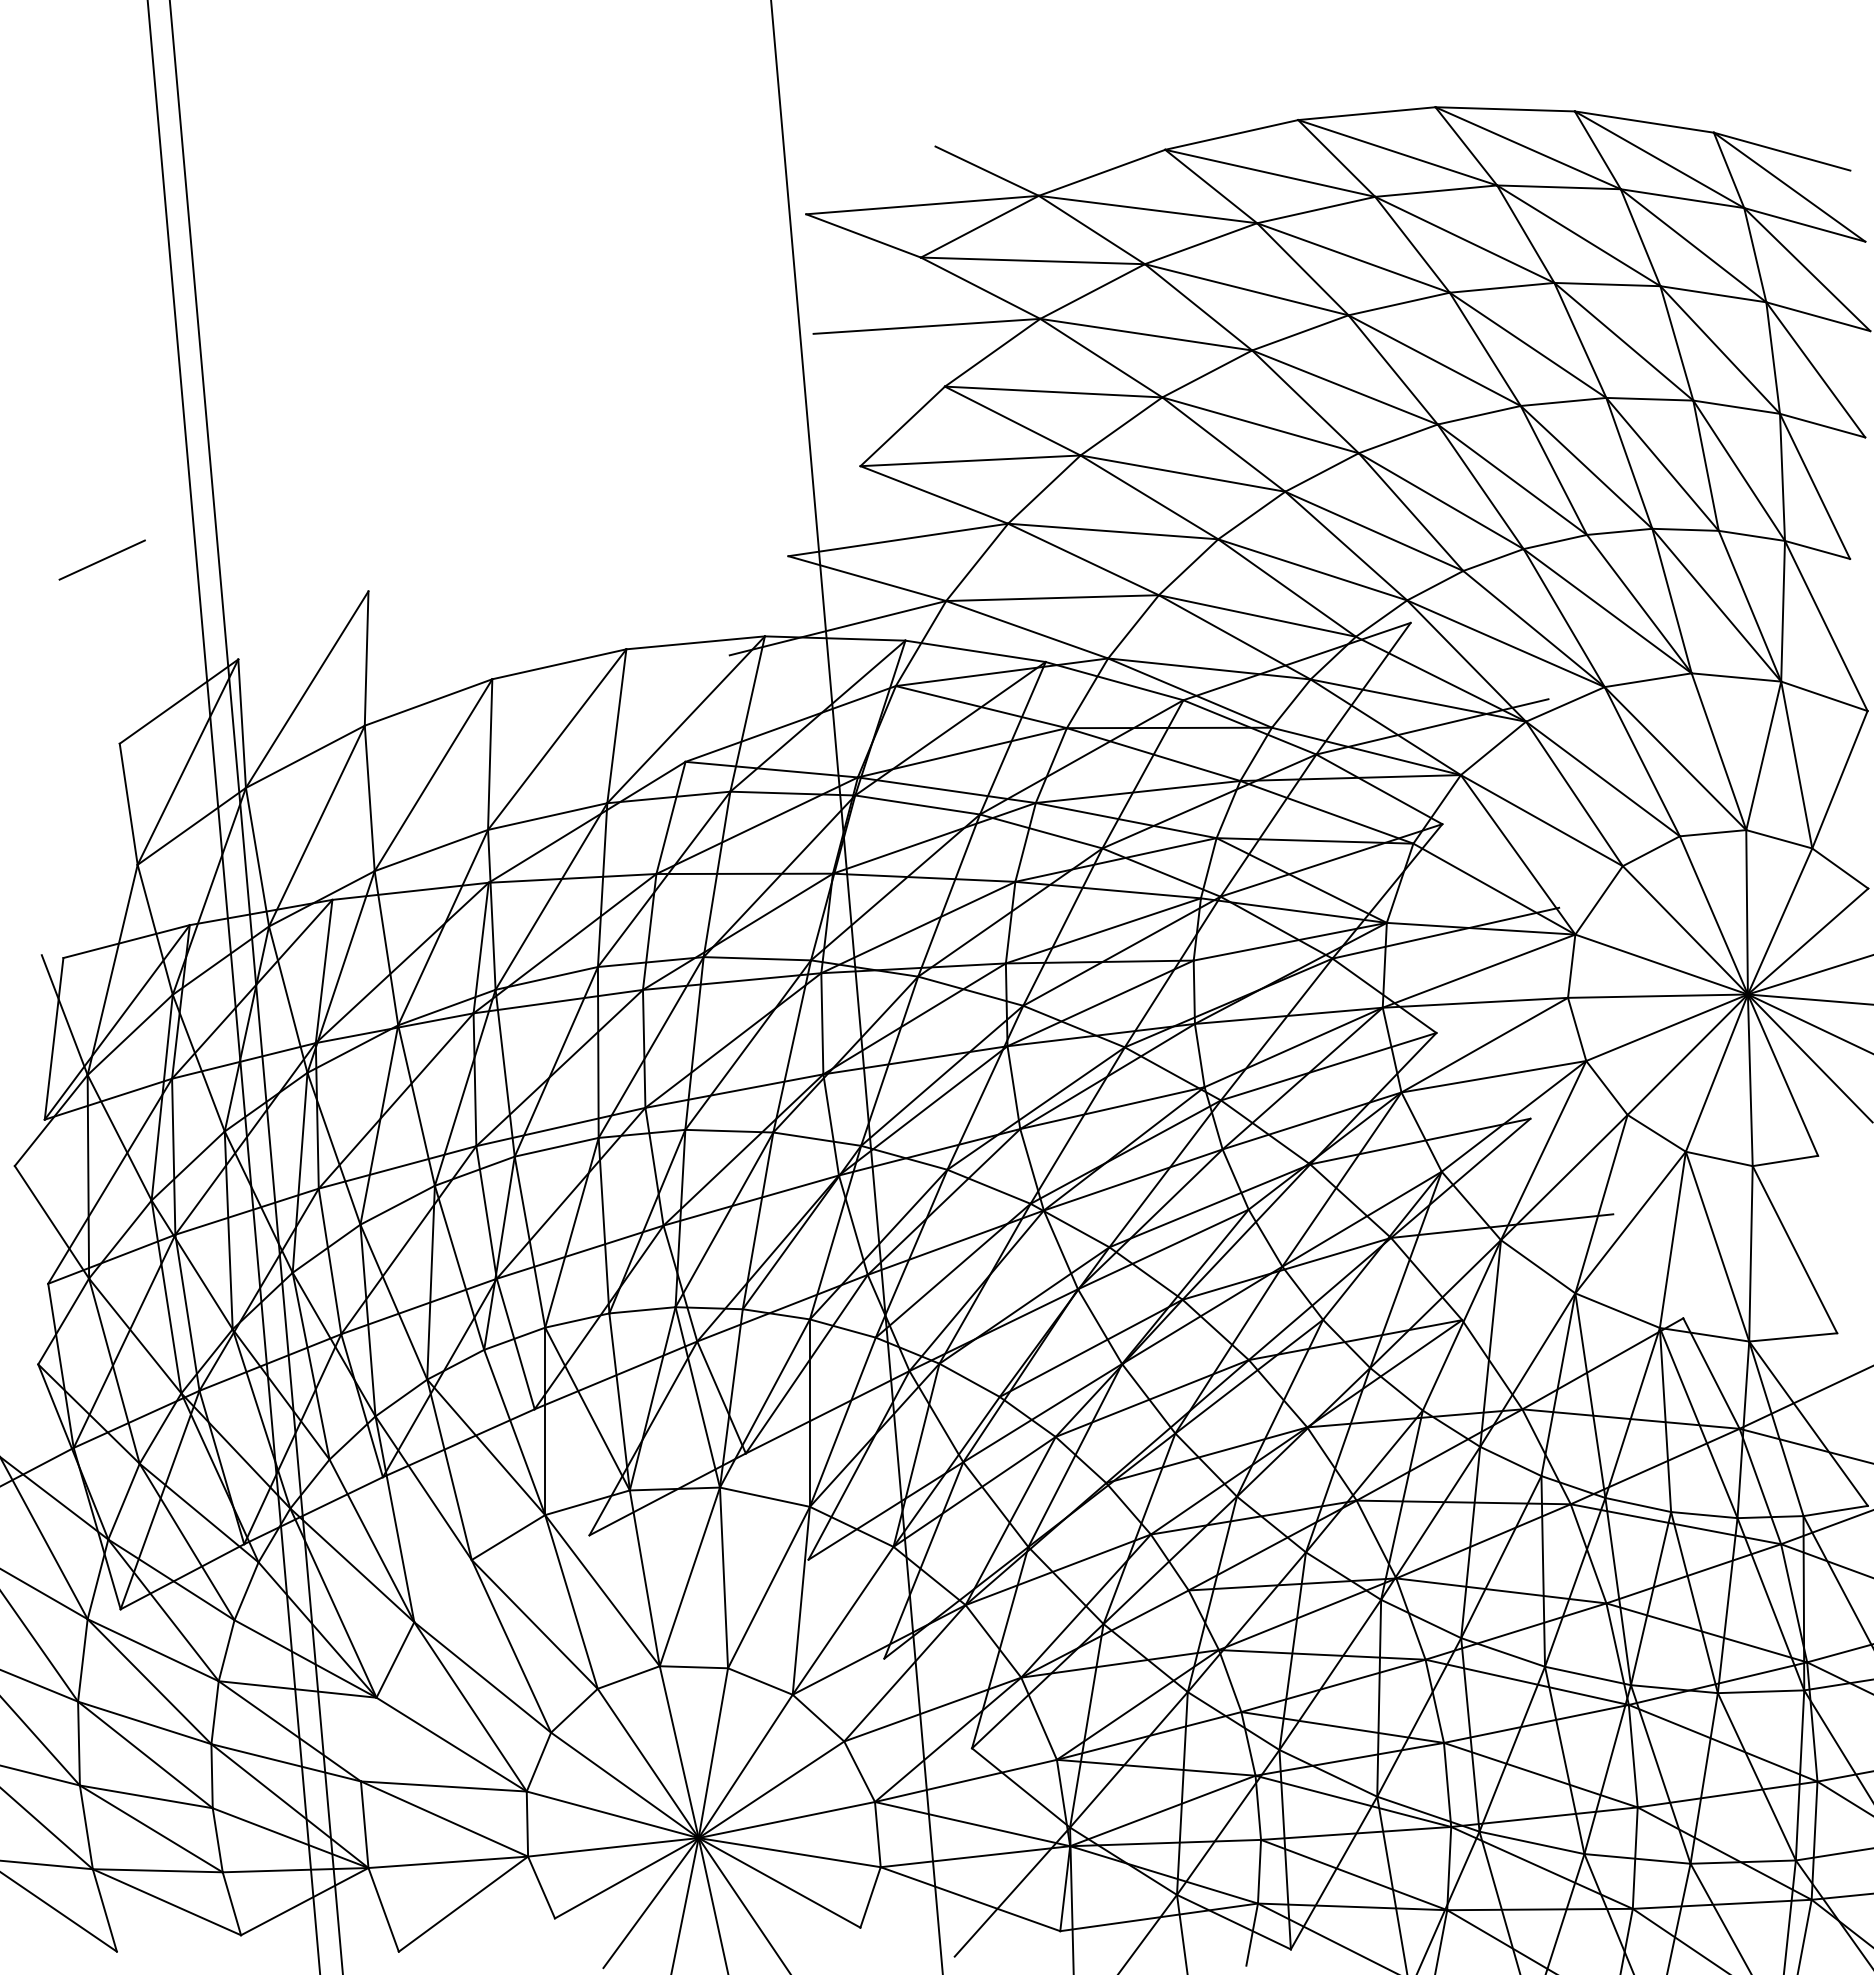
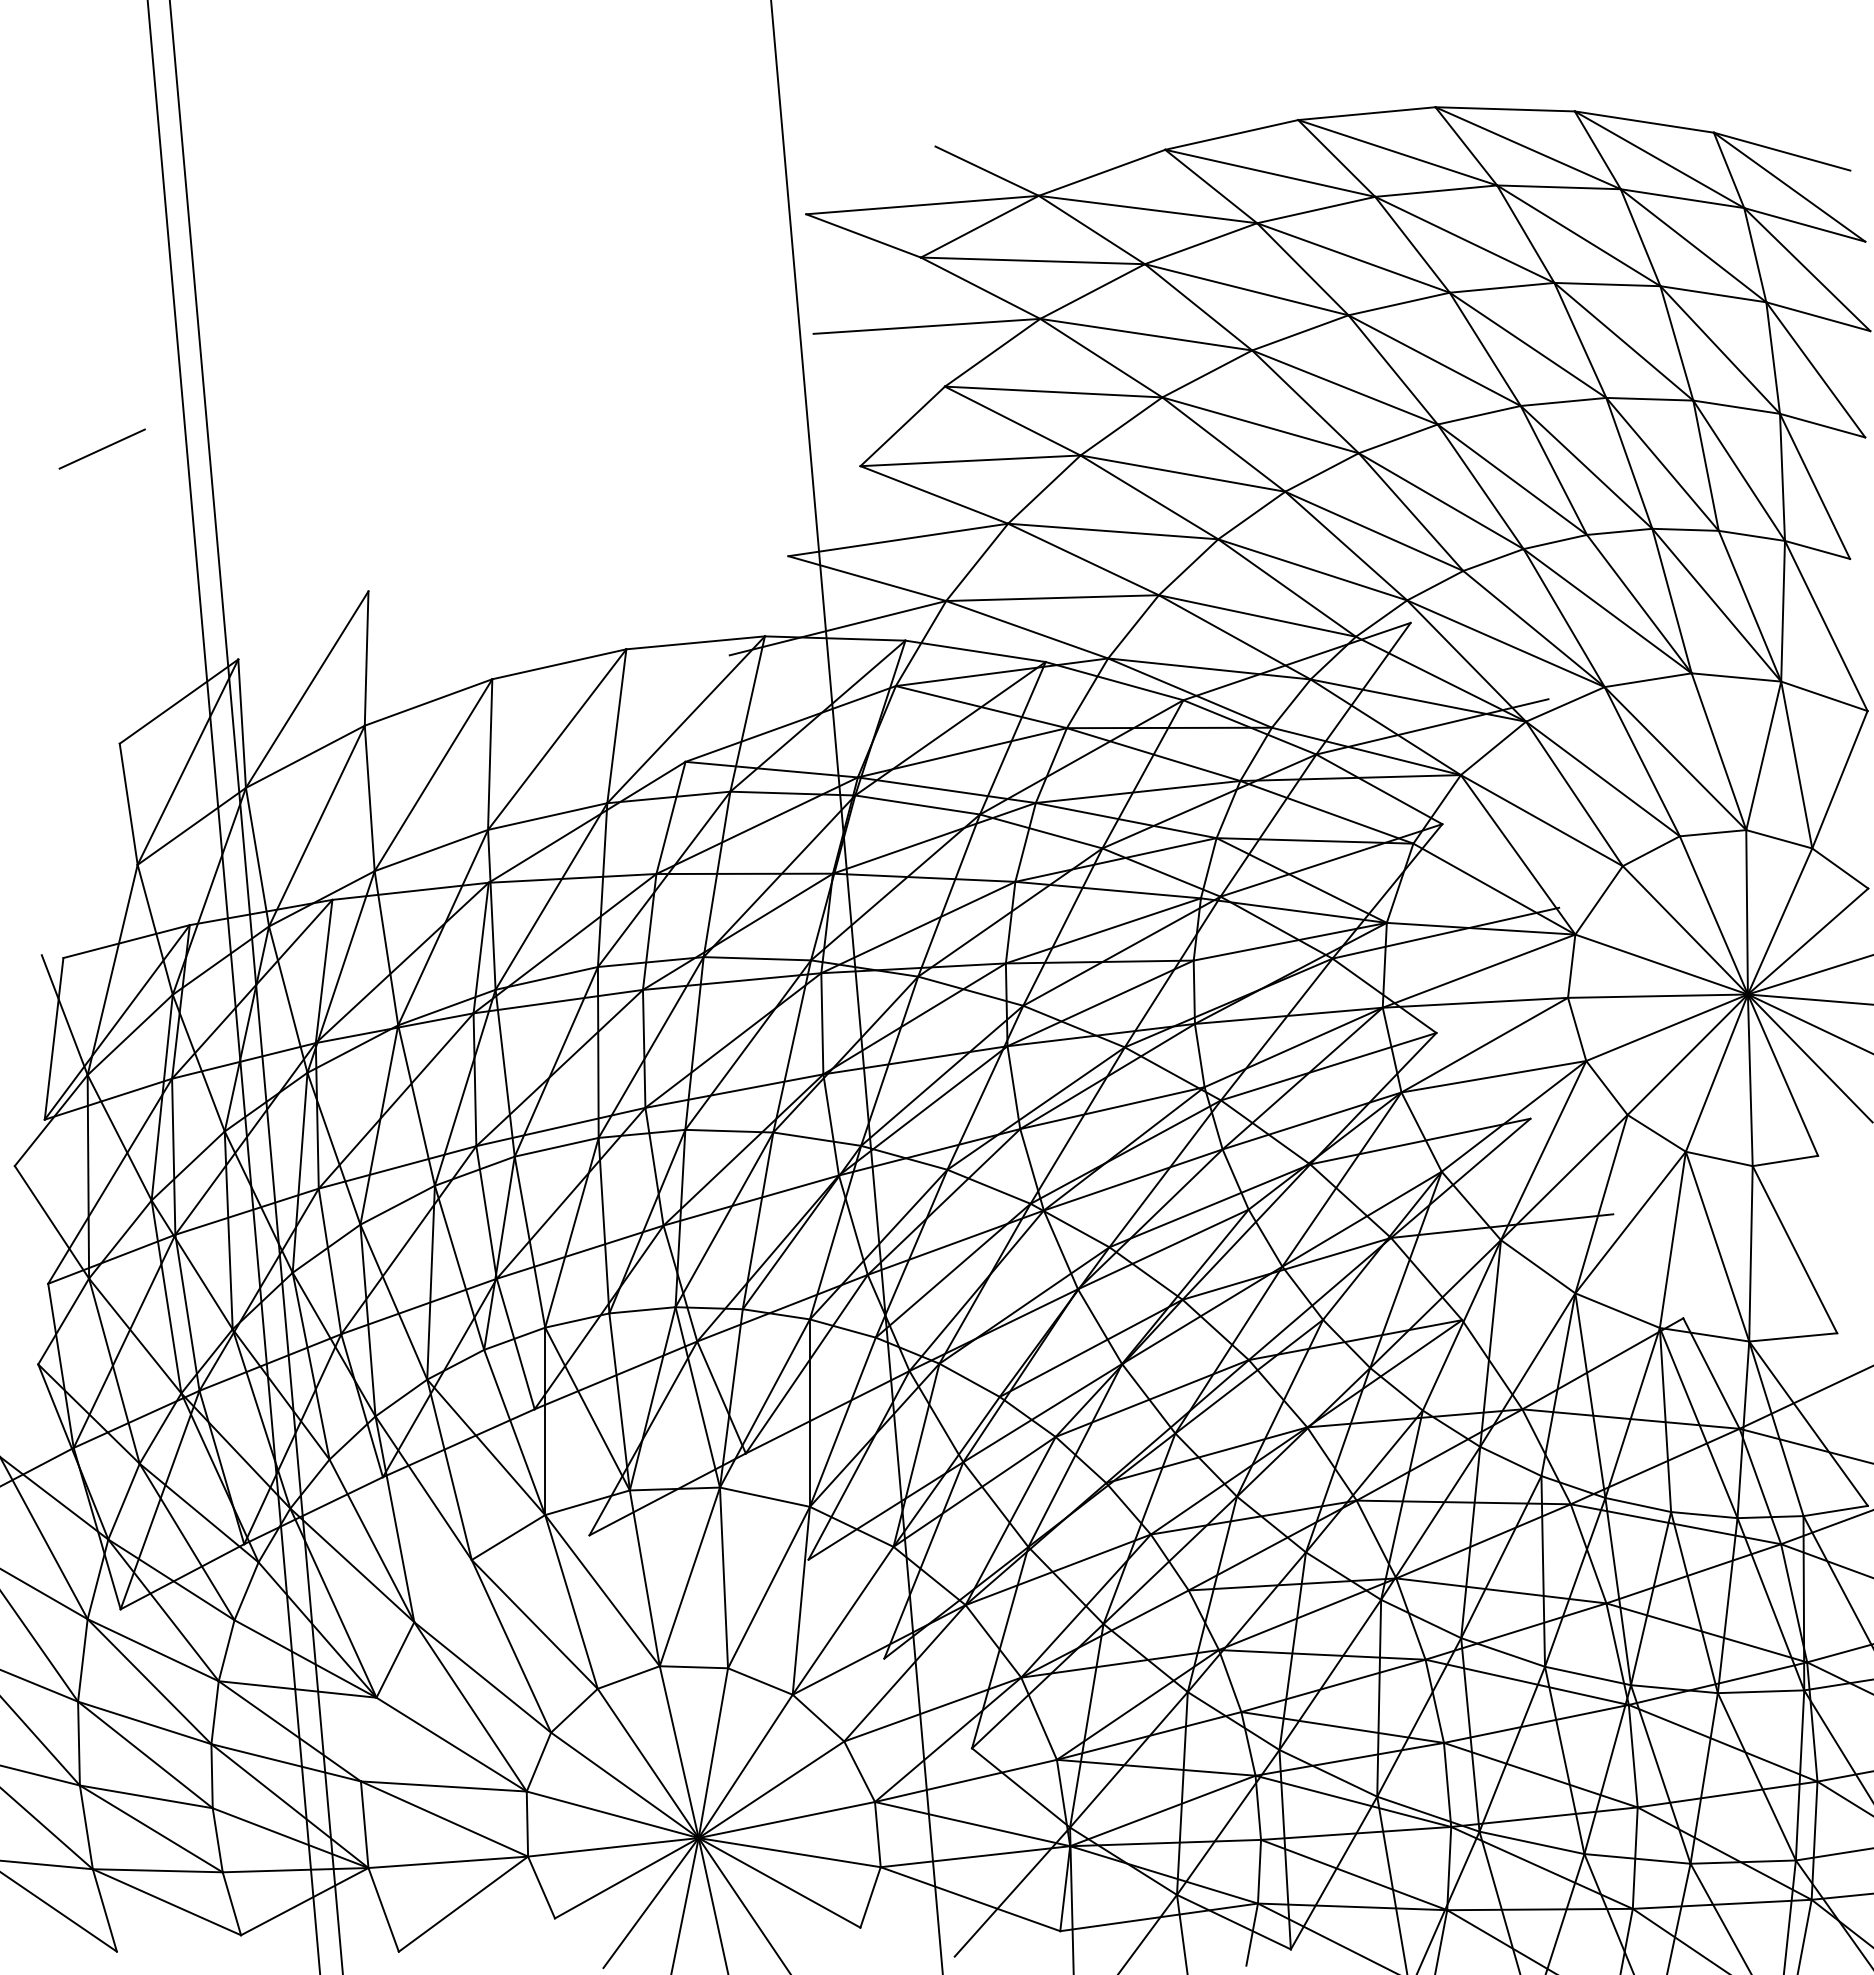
line at (101, 559) position: (101, 559) -> (101, 448)
